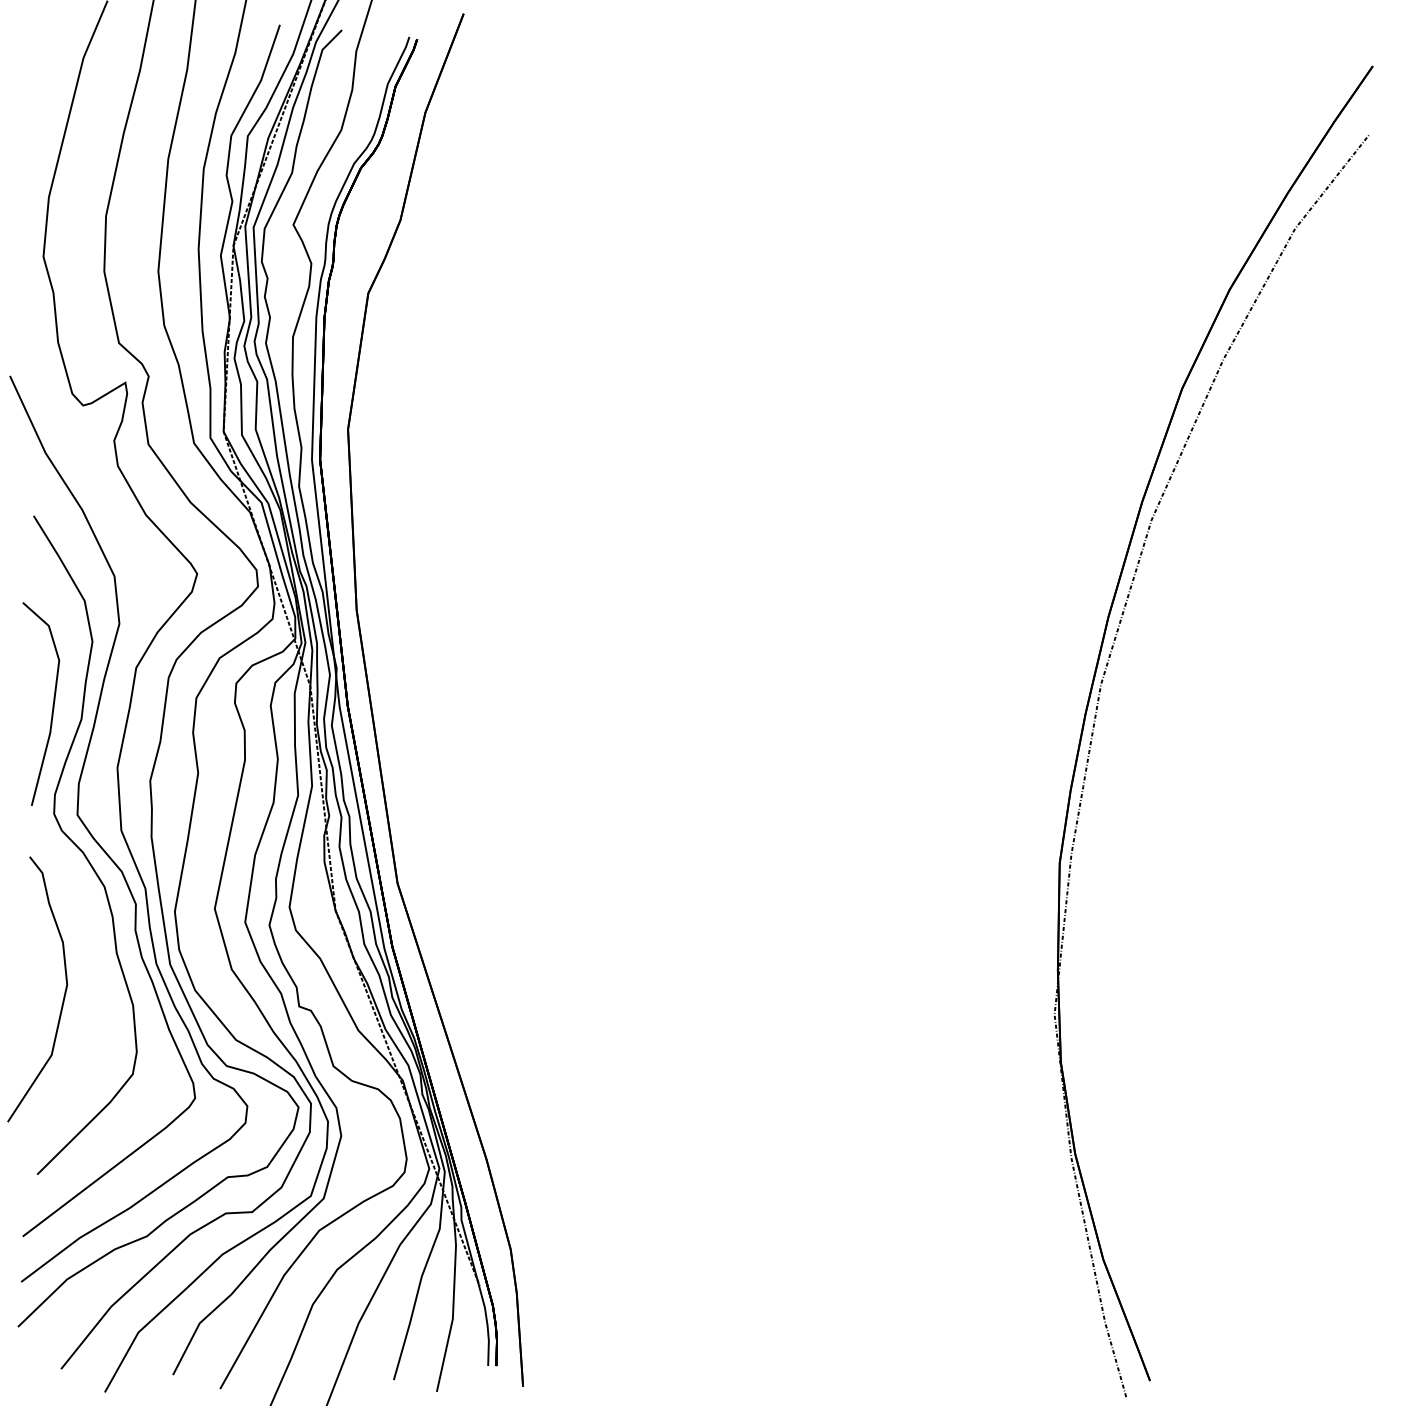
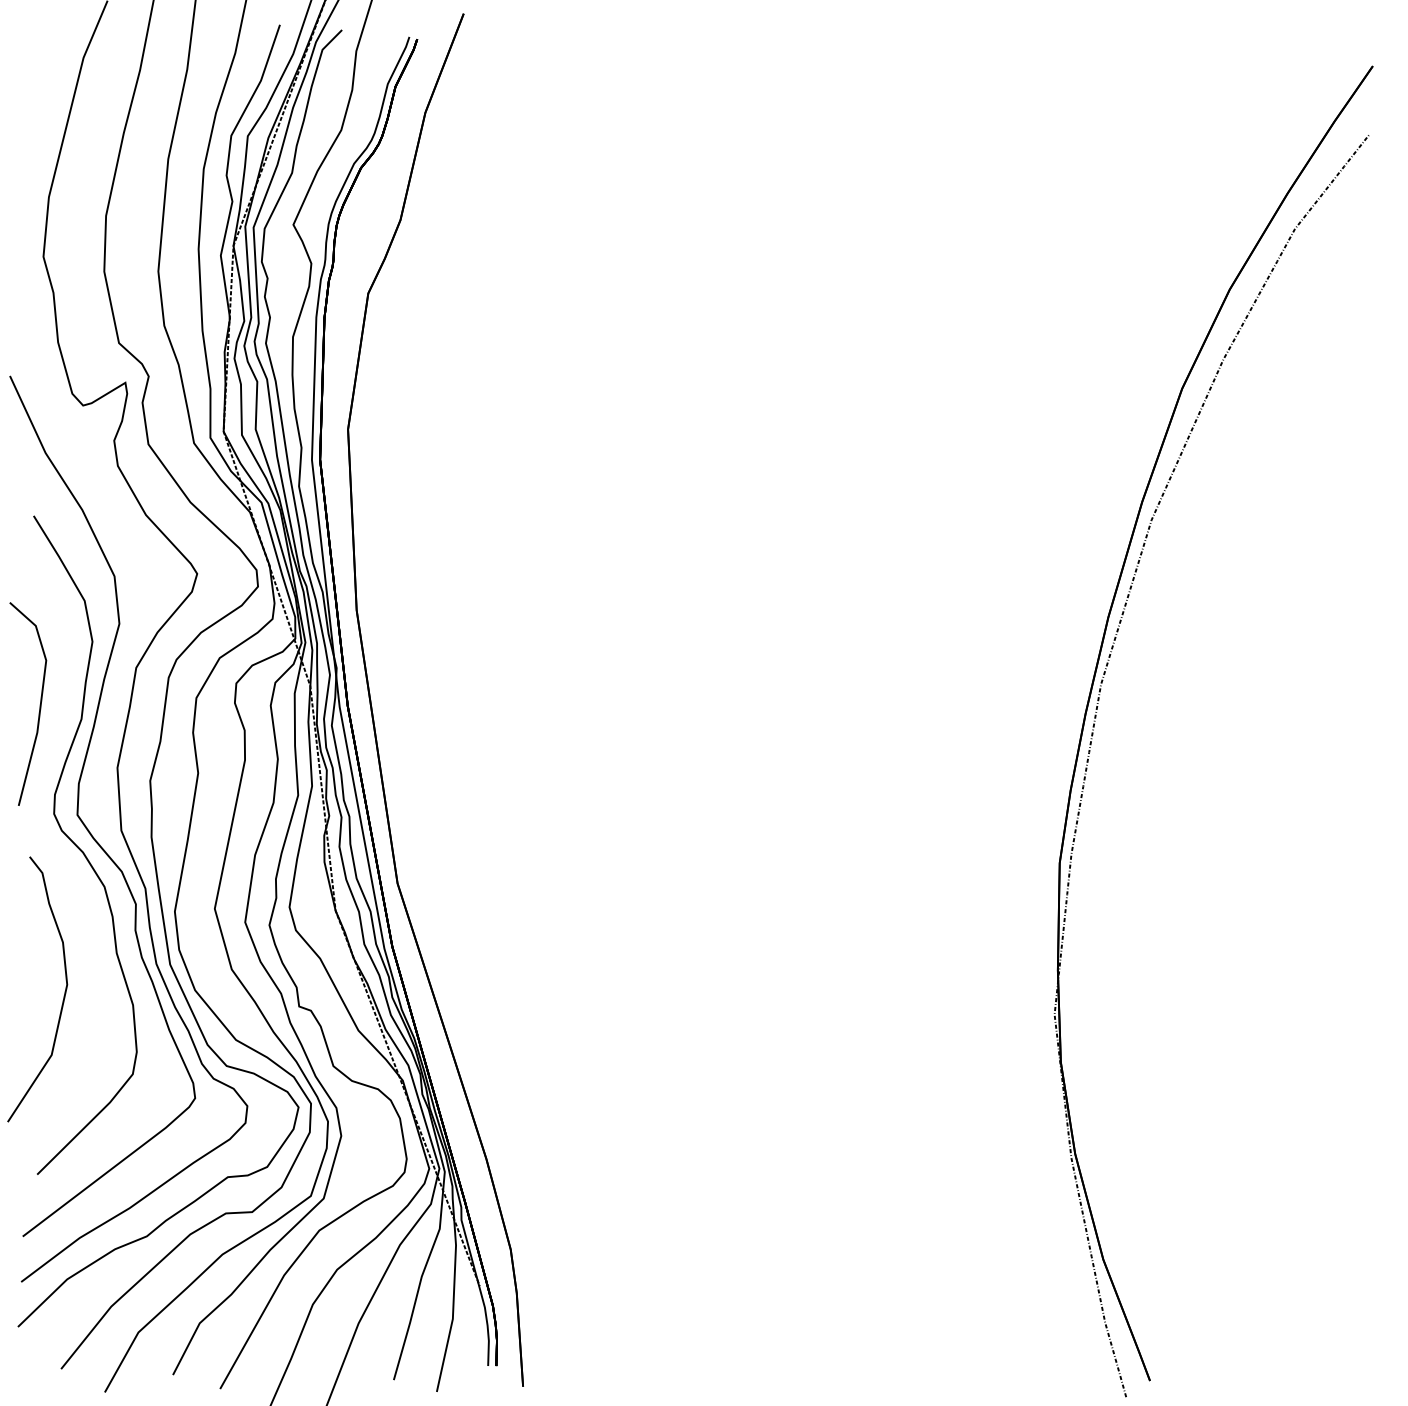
line at (52, 704) position: (52, 704) -> (39, 704)
